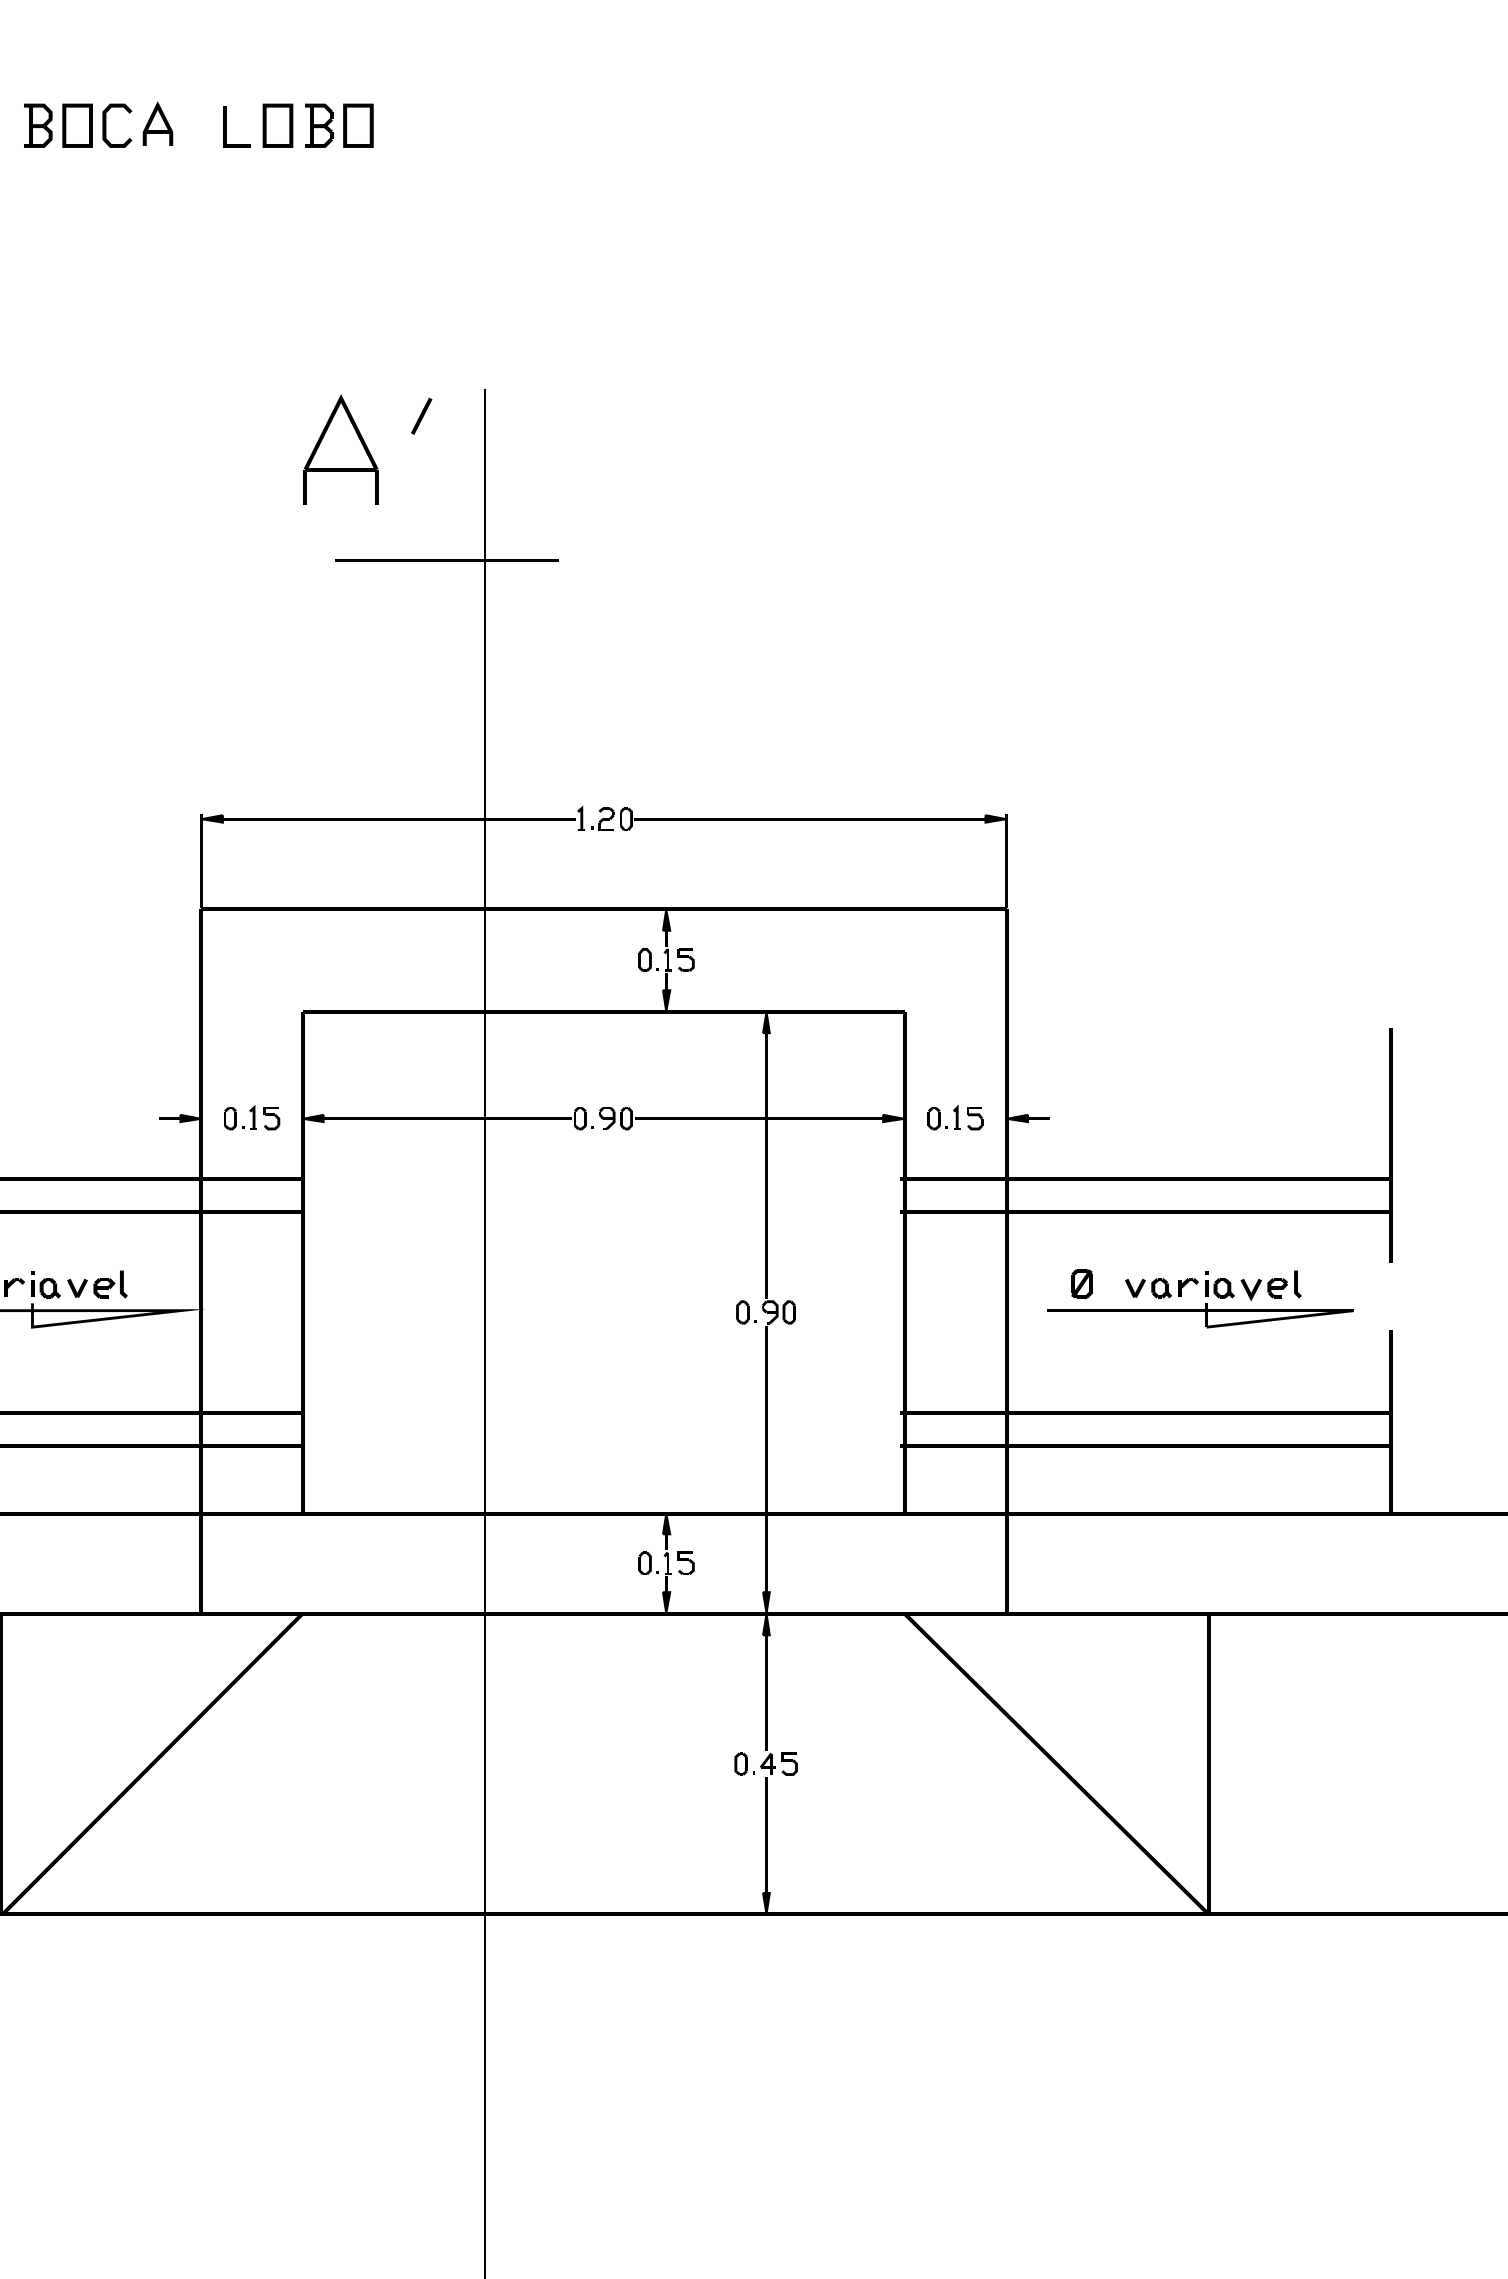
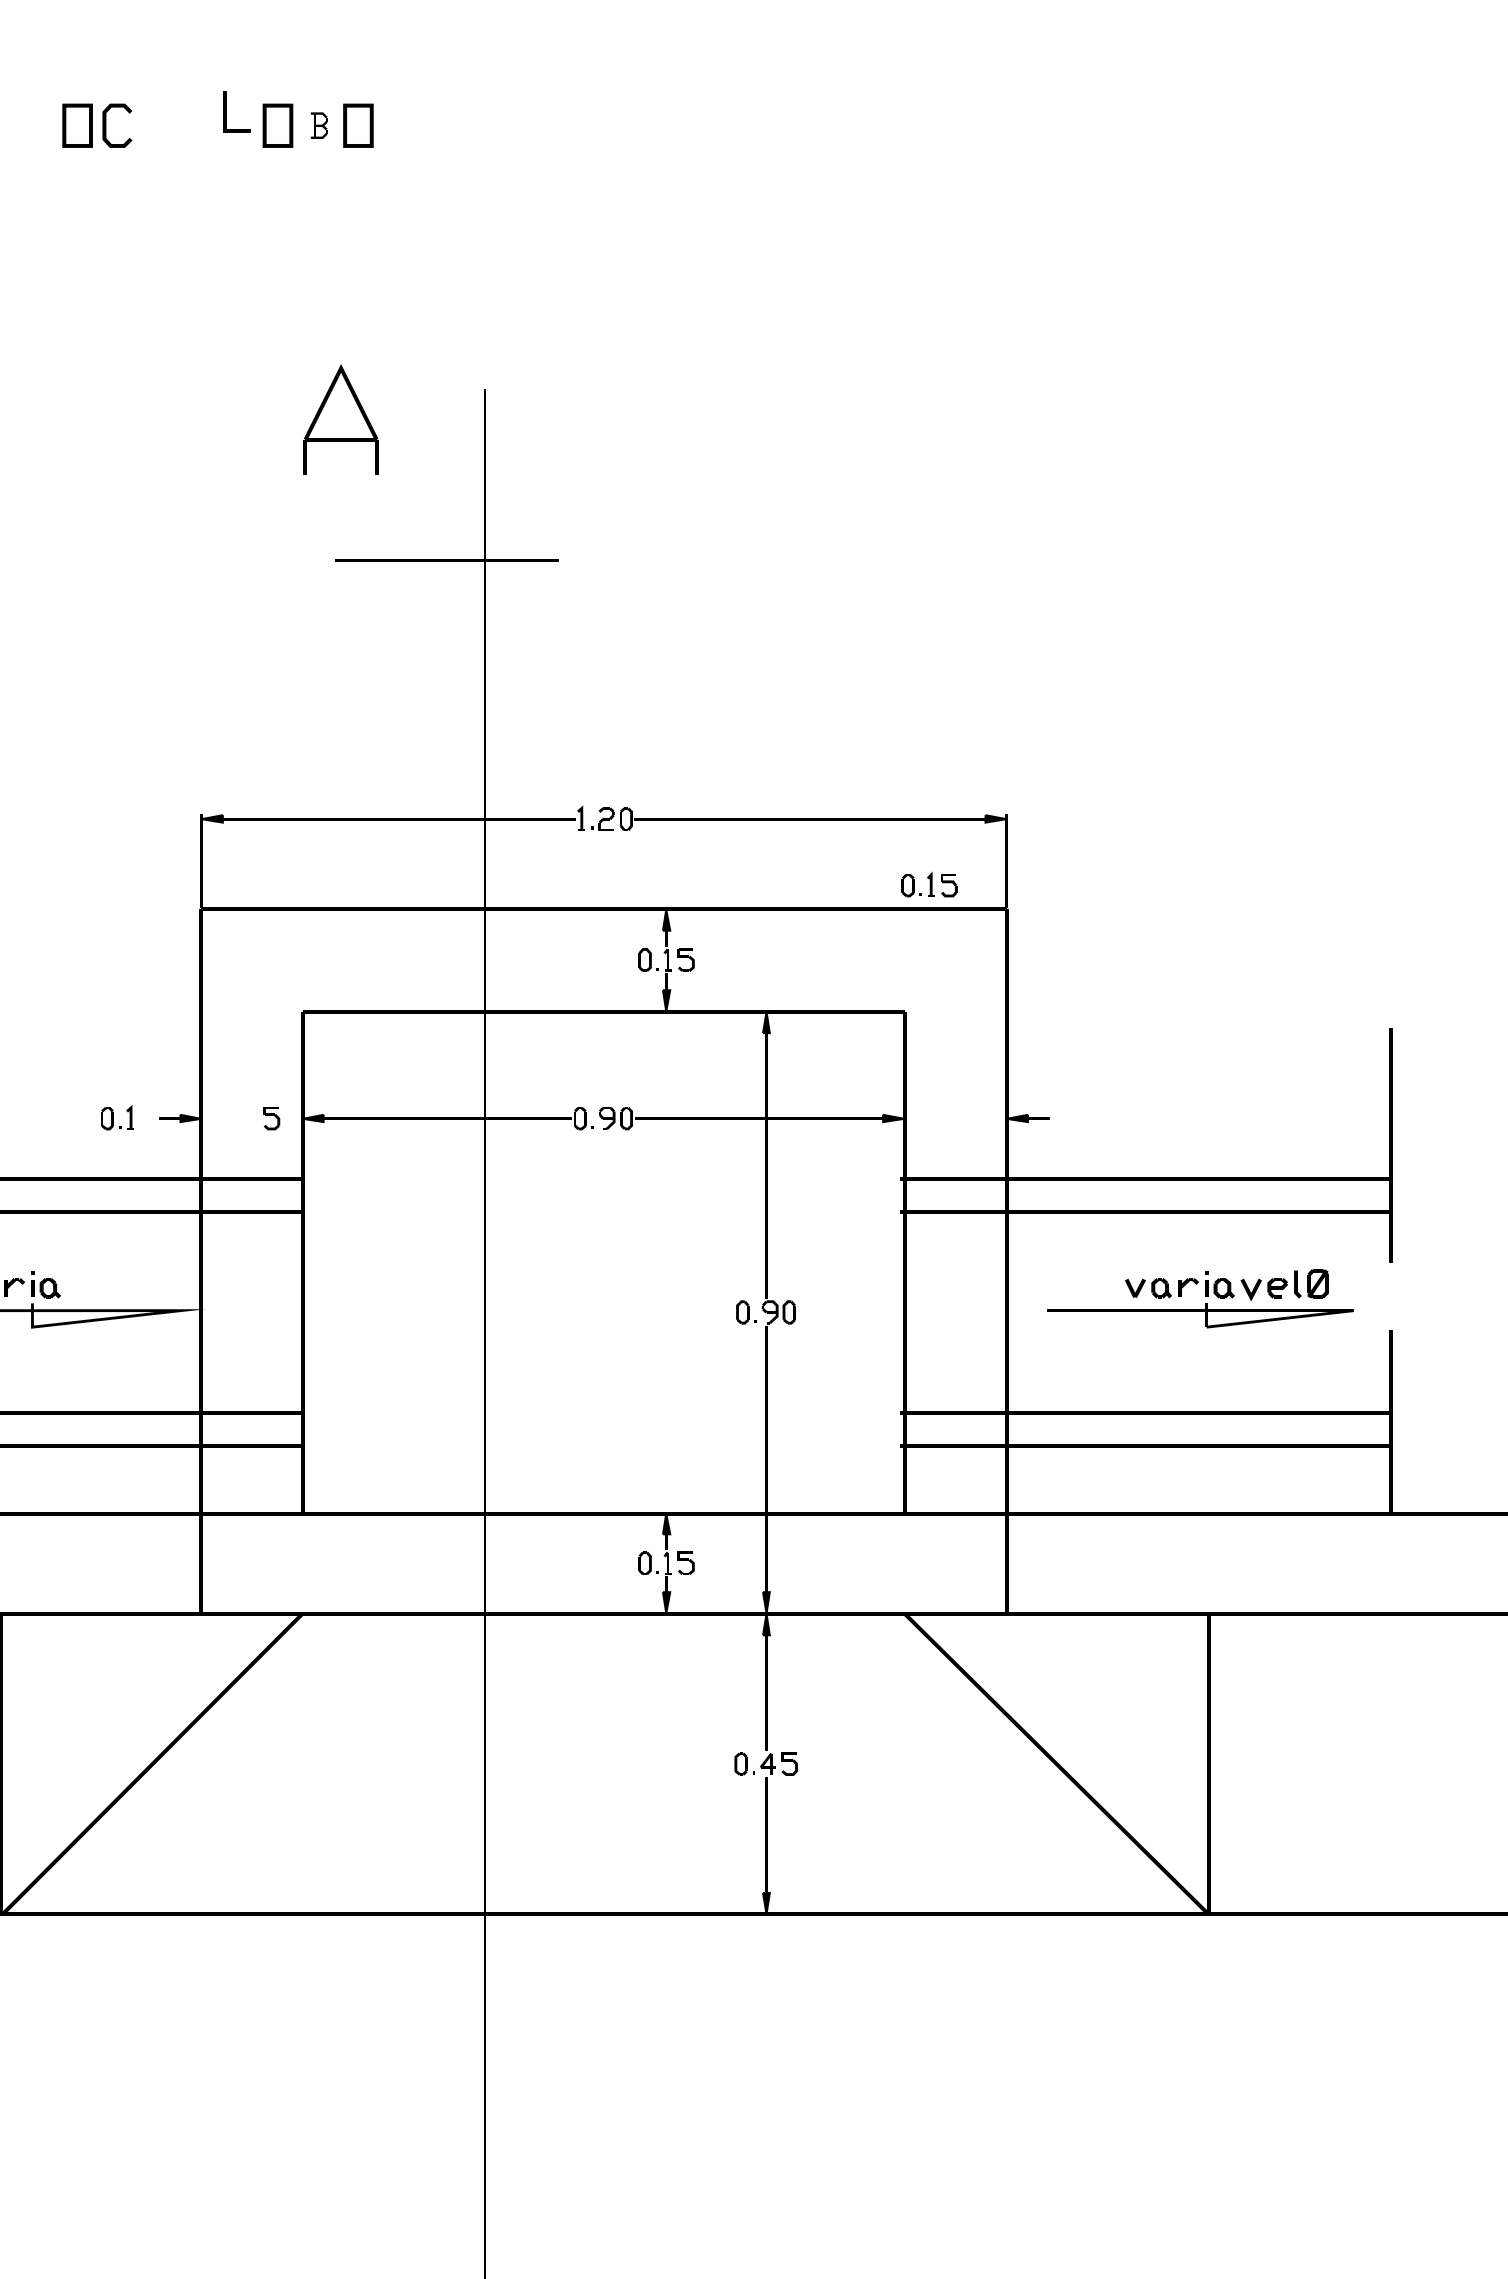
part at (157, 123): present -> none
part at (38, 125): present -> none
part at (319, 125) size: 29x45 px -> 18x27 px
line at (226, 126) position: (226, 126) -> (226, 111)
line at (421, 415): present -> none
part at (340, 449) position: (340, 449) -> (340, 419)
part at (240, 1117) position: (240, 1117) -> (117, 1117)
part at (955, 1117) position: (955, 1117) -> (929, 884)
part at (1081, 1283) position: (1081, 1283) -> (1317, 1283)
part at (97, 1284): present -> none
